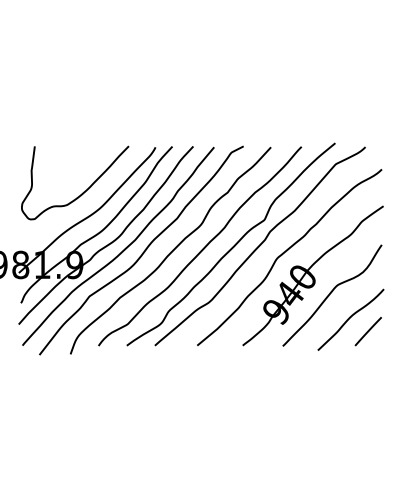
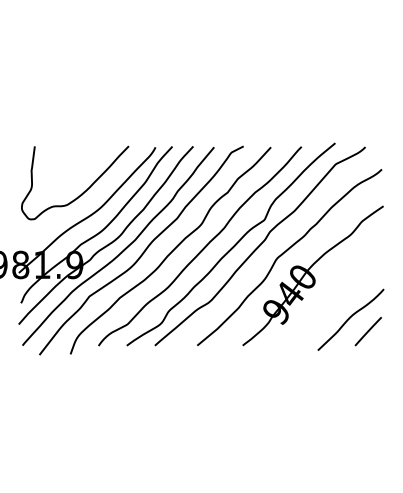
curve at (331, 293): present -> none
